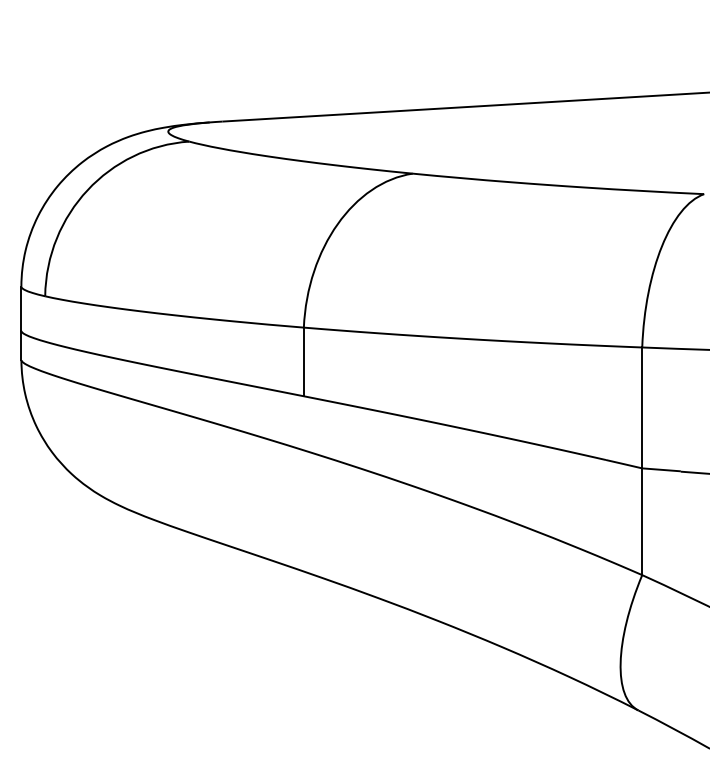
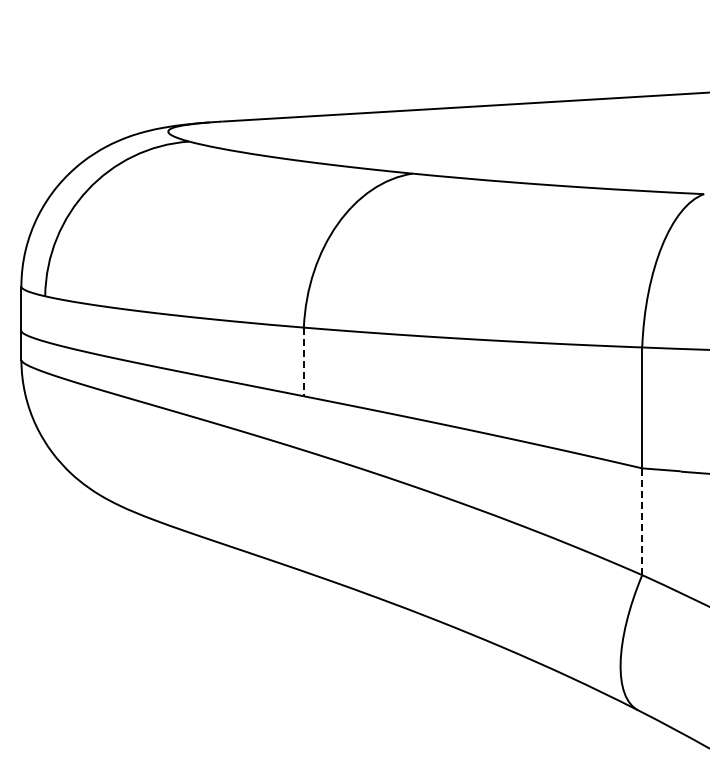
line at (303, 362): solid -> dashed
line at (642, 521): solid -> dashed
